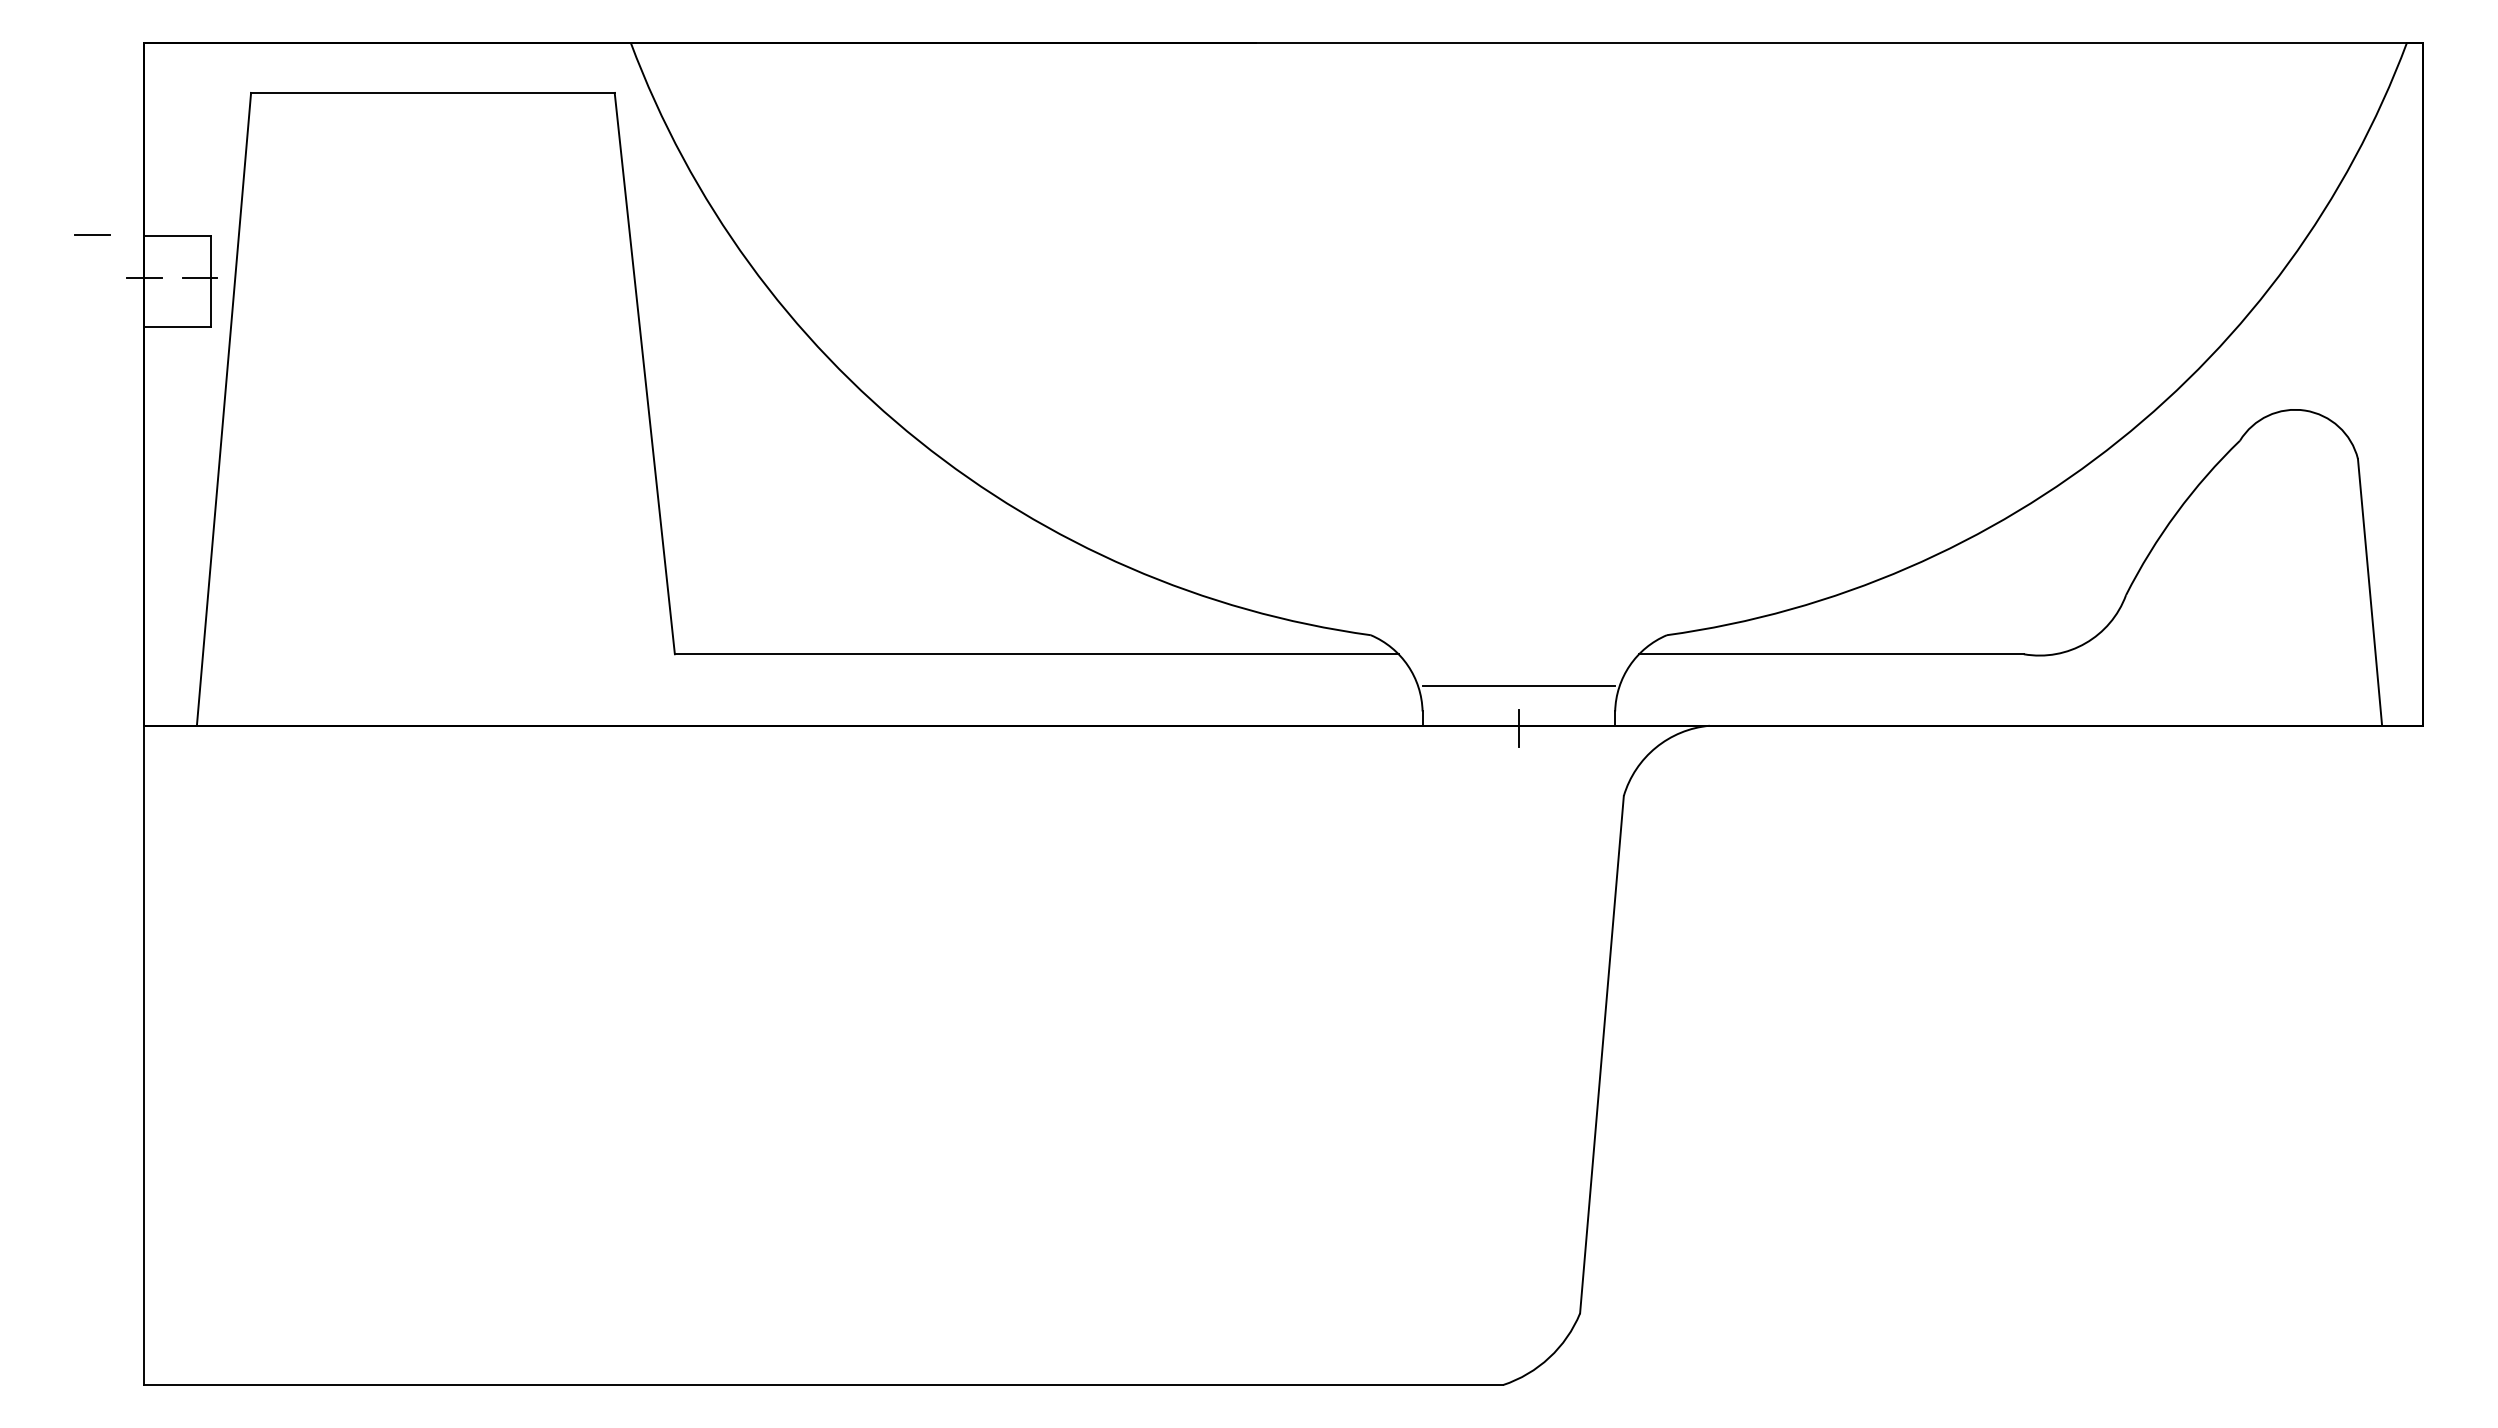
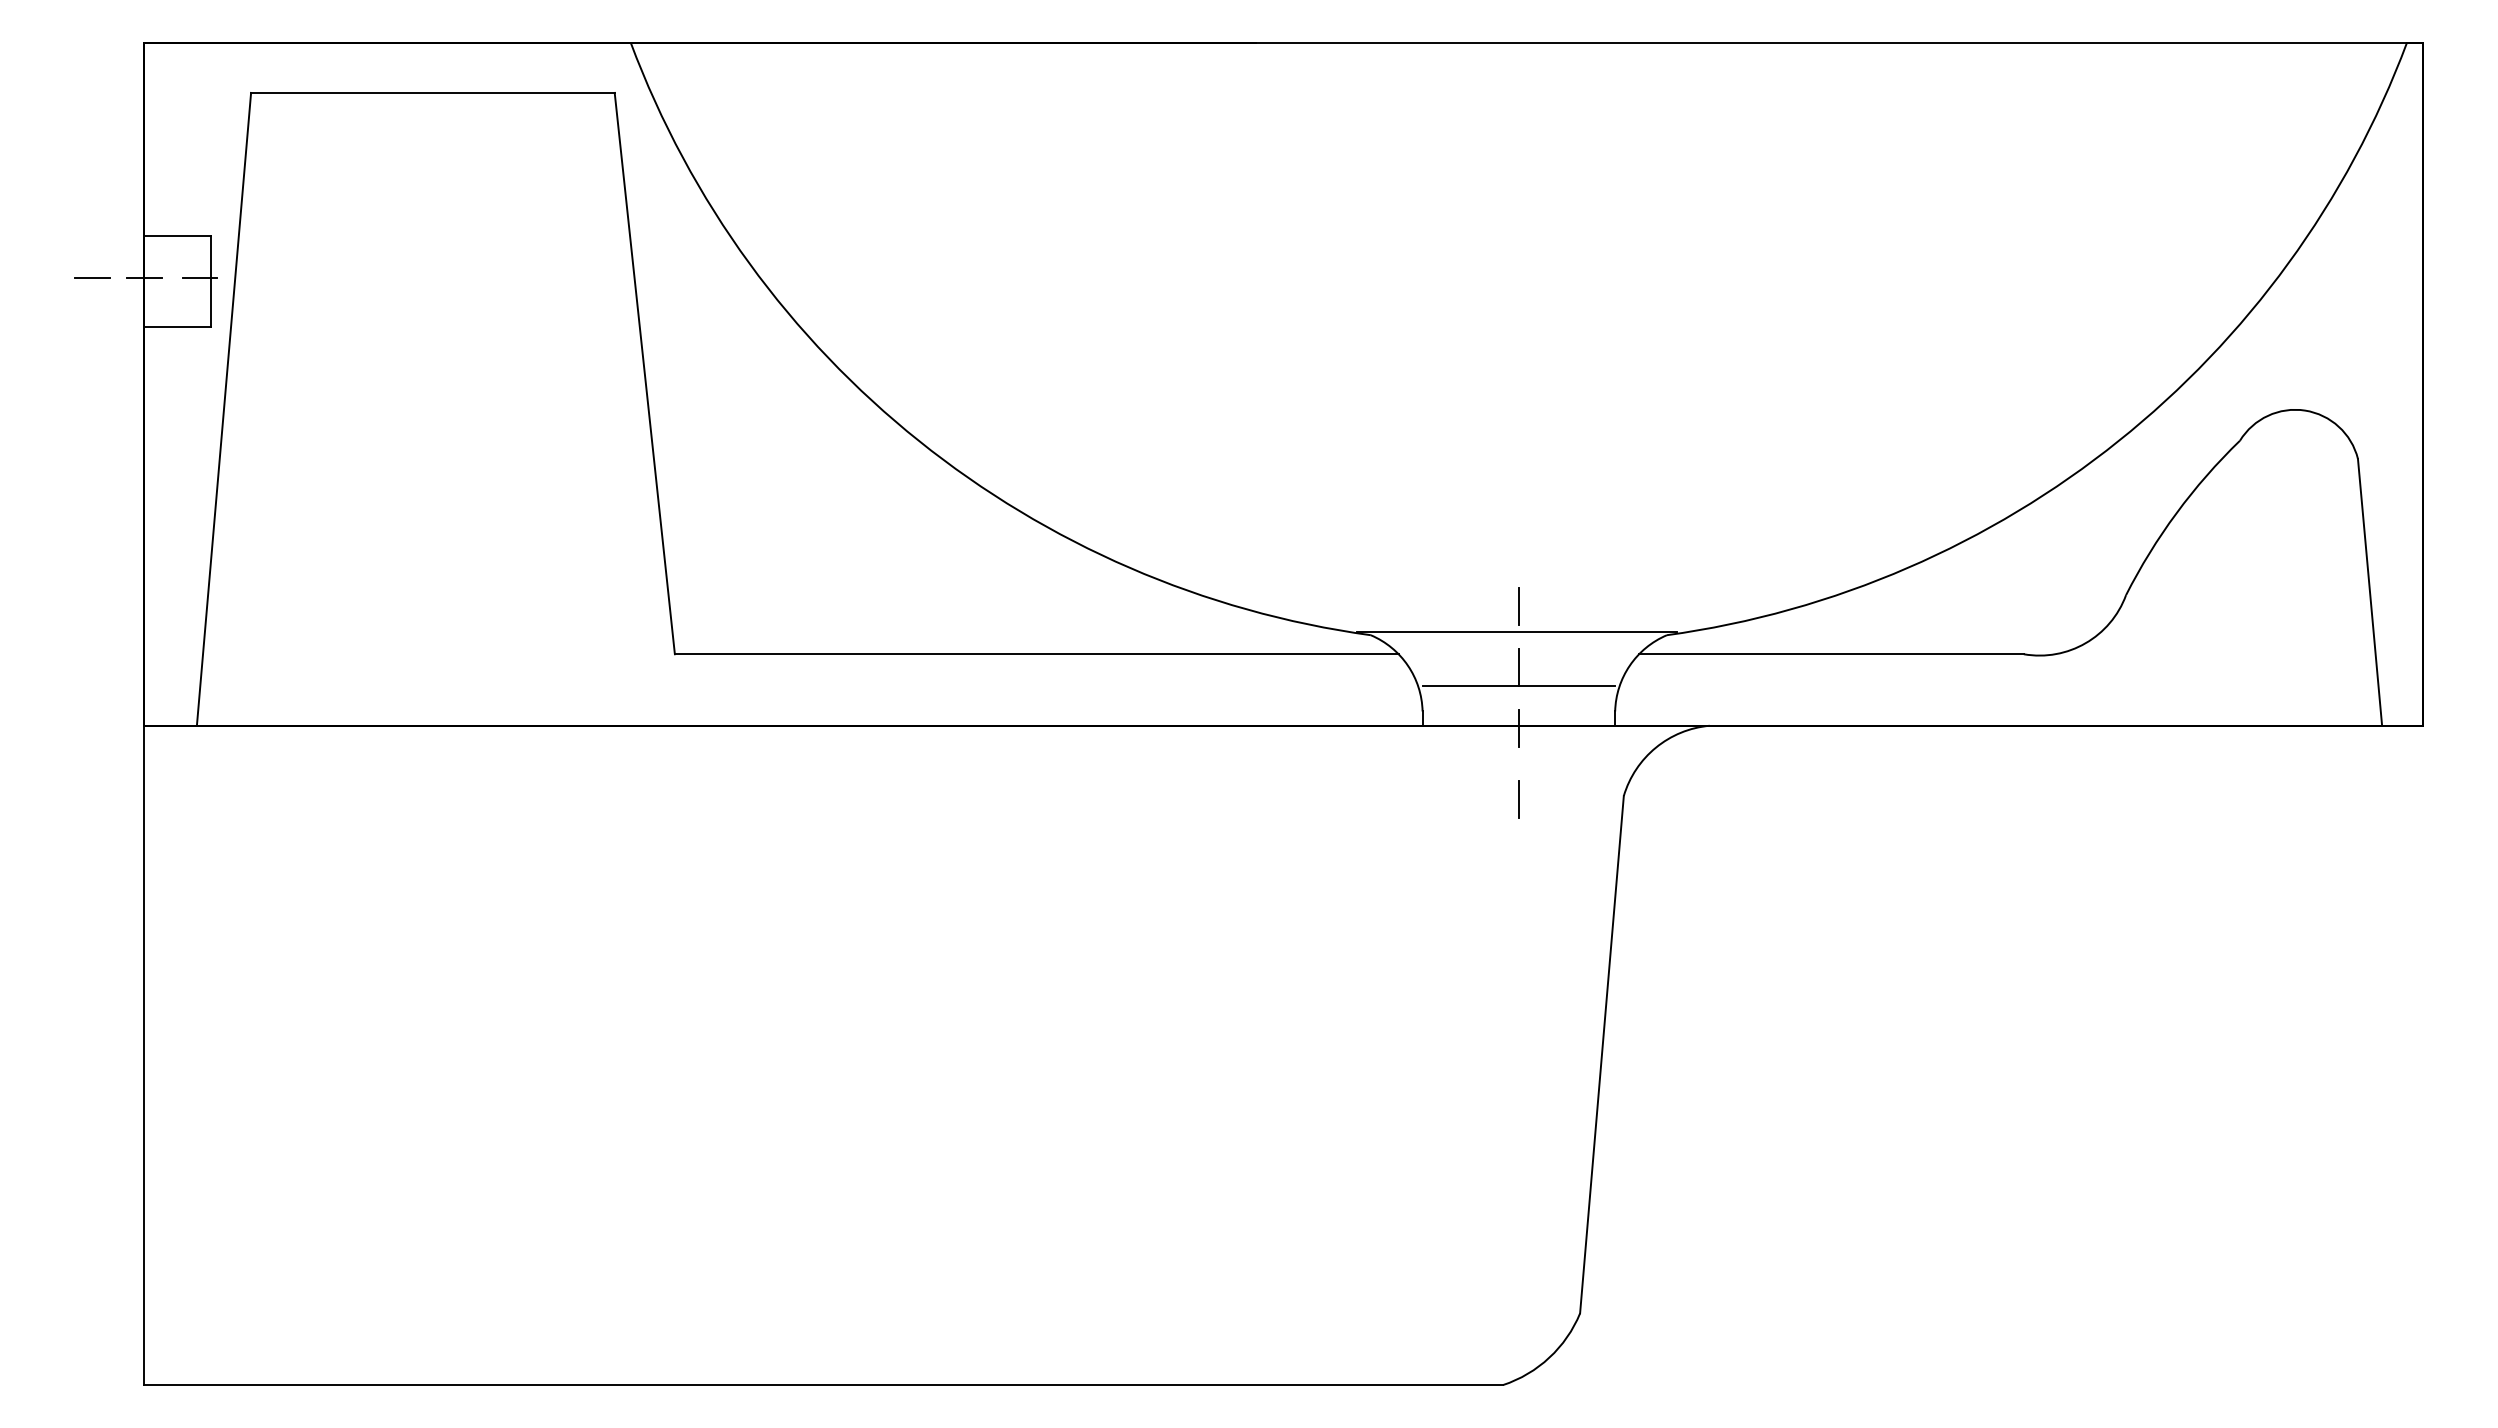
line at (92, 234) position: (92, 234) -> (92, 277)
line at (1518, 606): none -> present
line at (1516, 631): none -> present
line at (1518, 667): none -> present
line at (1518, 798): none -> present
